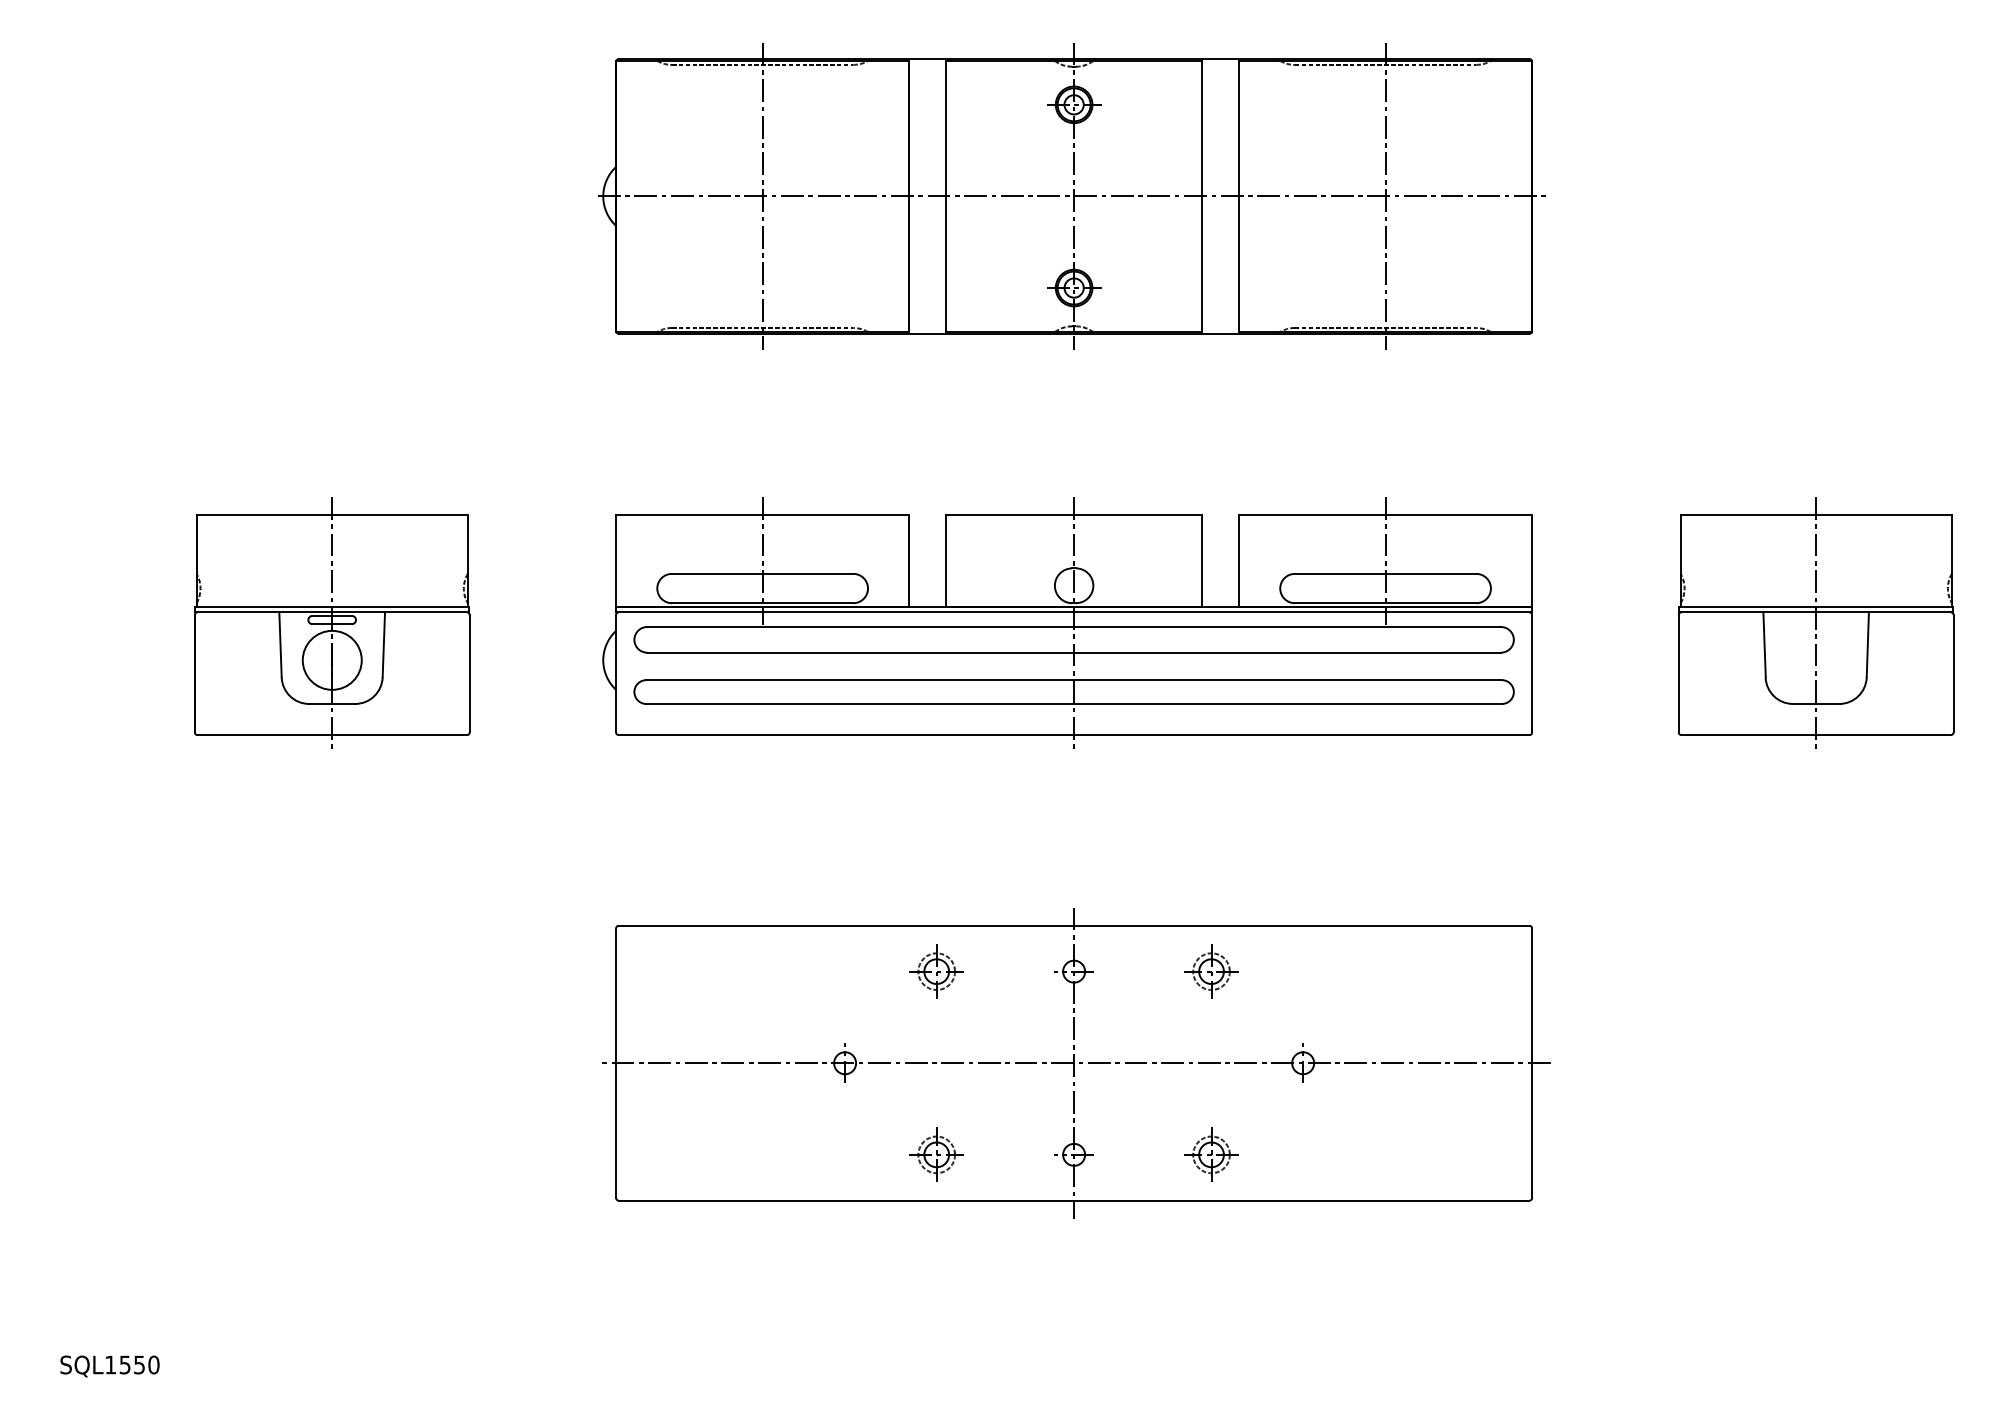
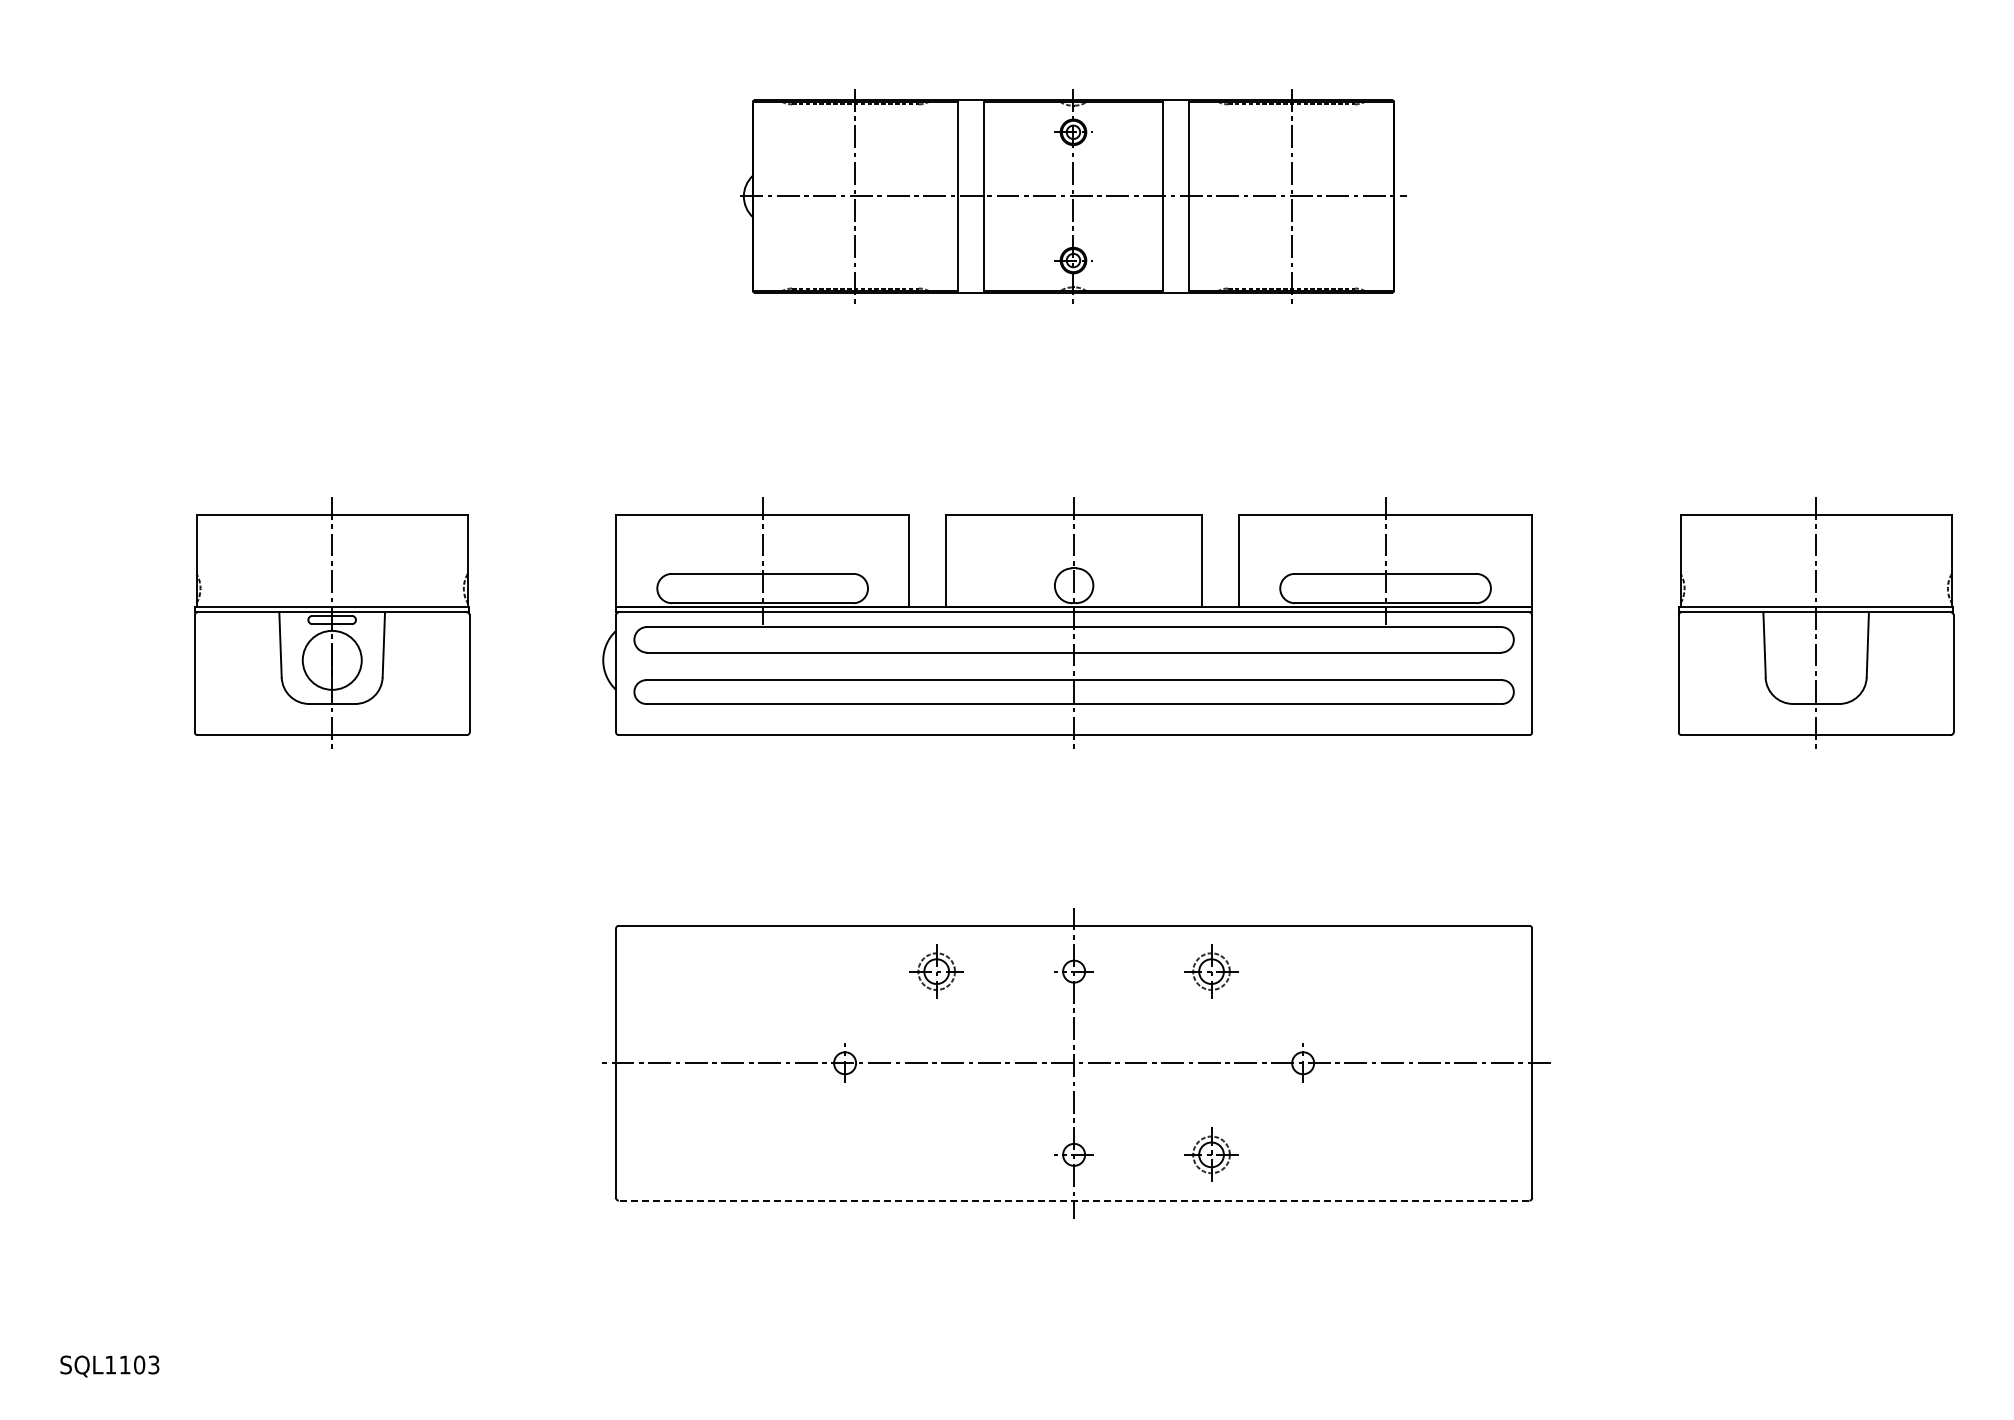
part at (1071, 196) size: 948x307 px -> 667x215 px
part at (936, 1154): present -> none
line at (1073, 1200): solid -> dashed
text at (139, 1364): SQL1550 -> SQL1103
